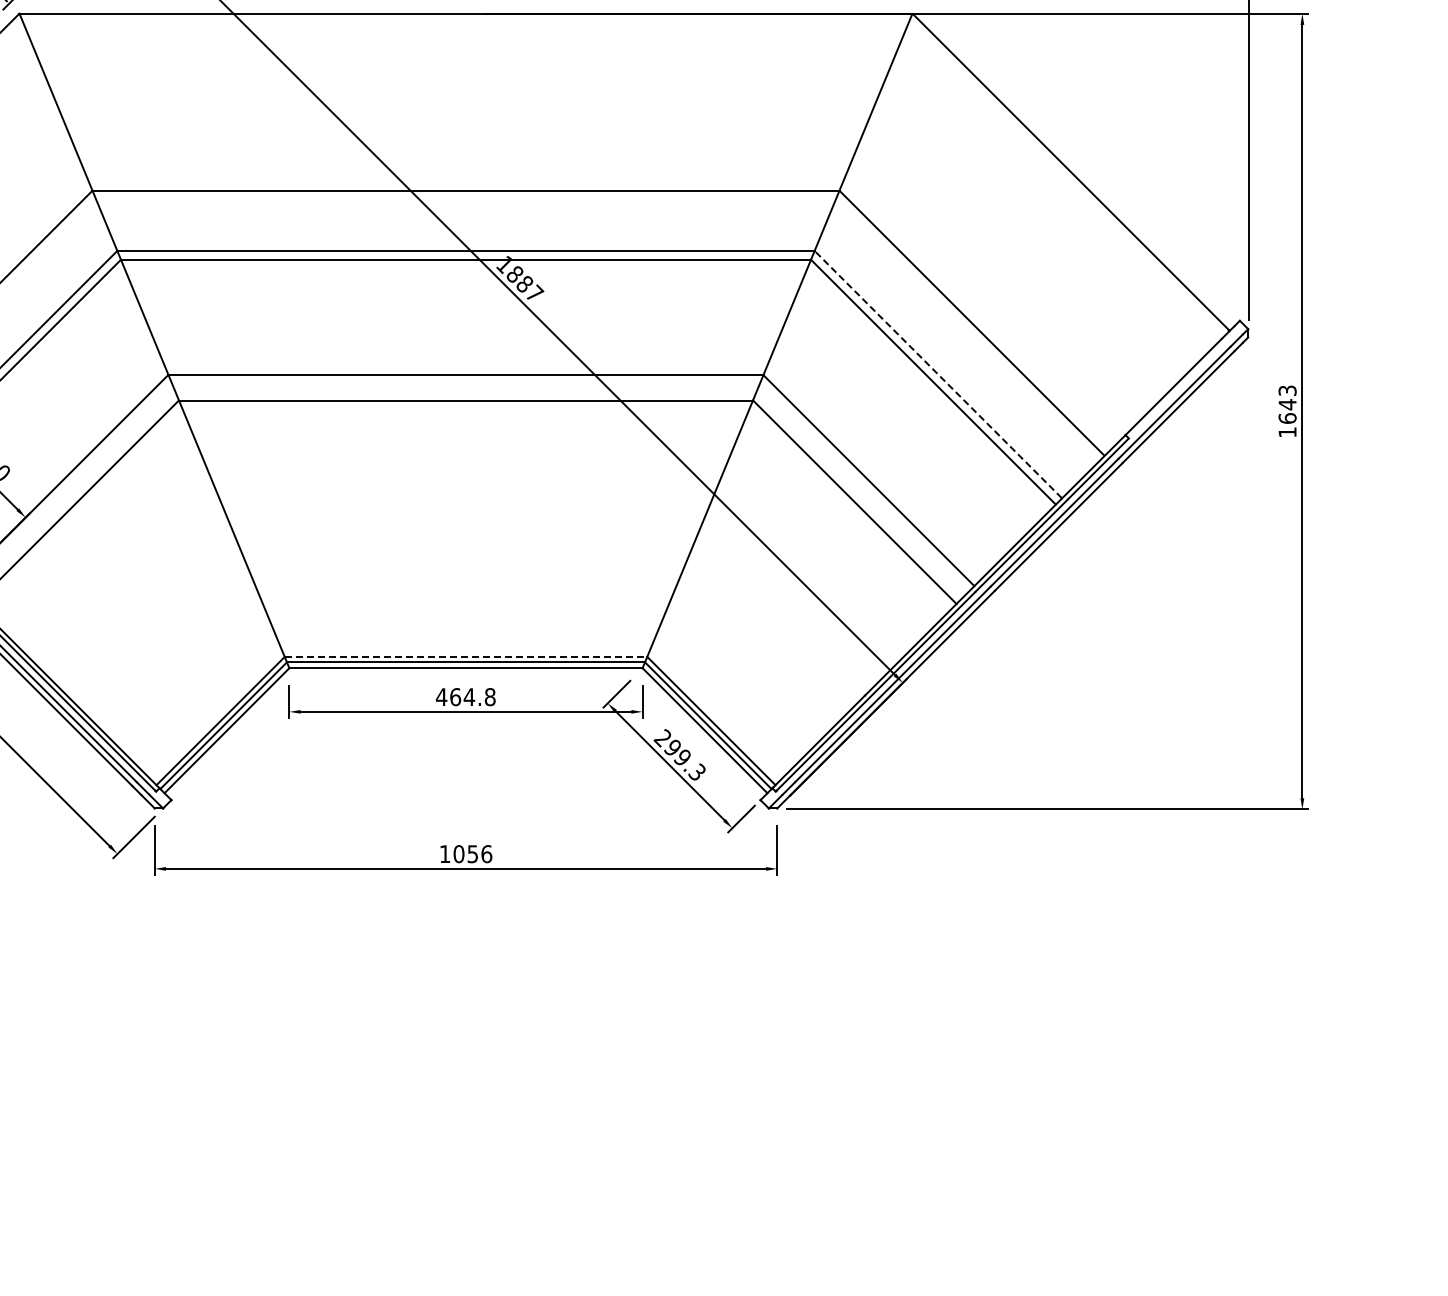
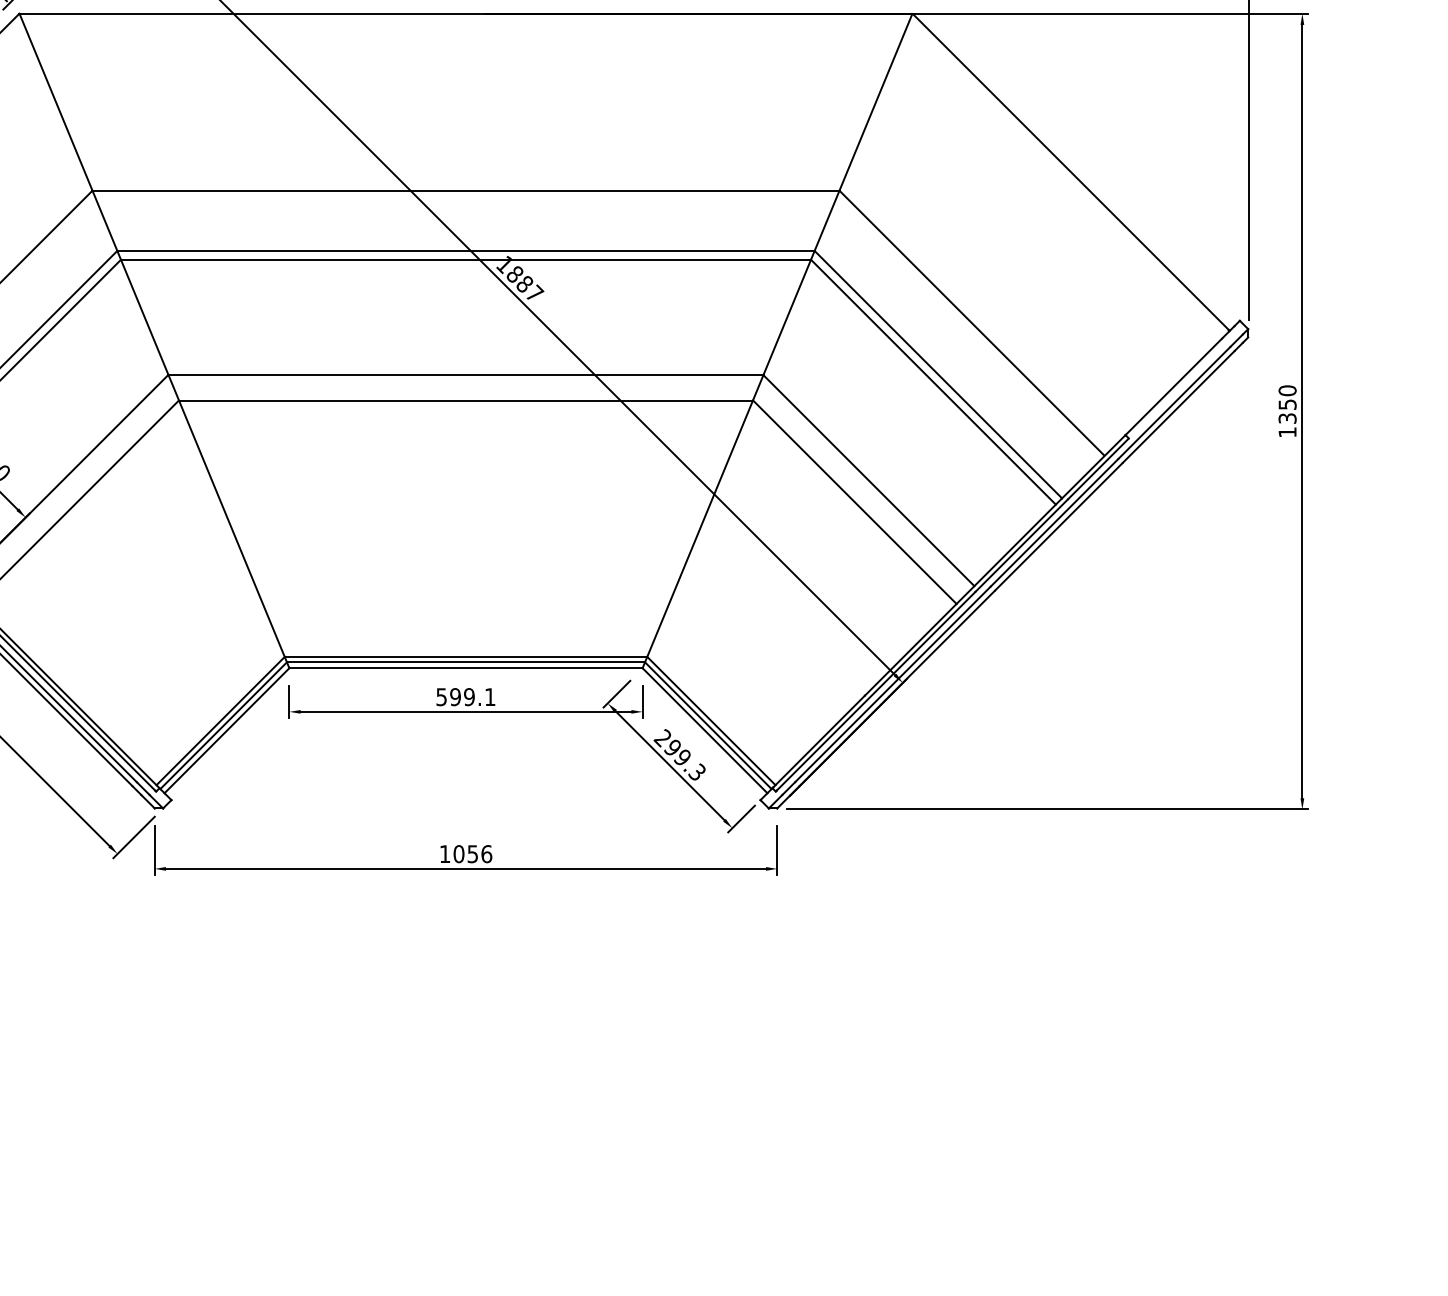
line at (938, 374): dashed -> solid
text at (1287, 404): 1643 -> 1350
line at (466, 656): dashed -> solid
text at (465, 697): 464.8 -> 599.1
